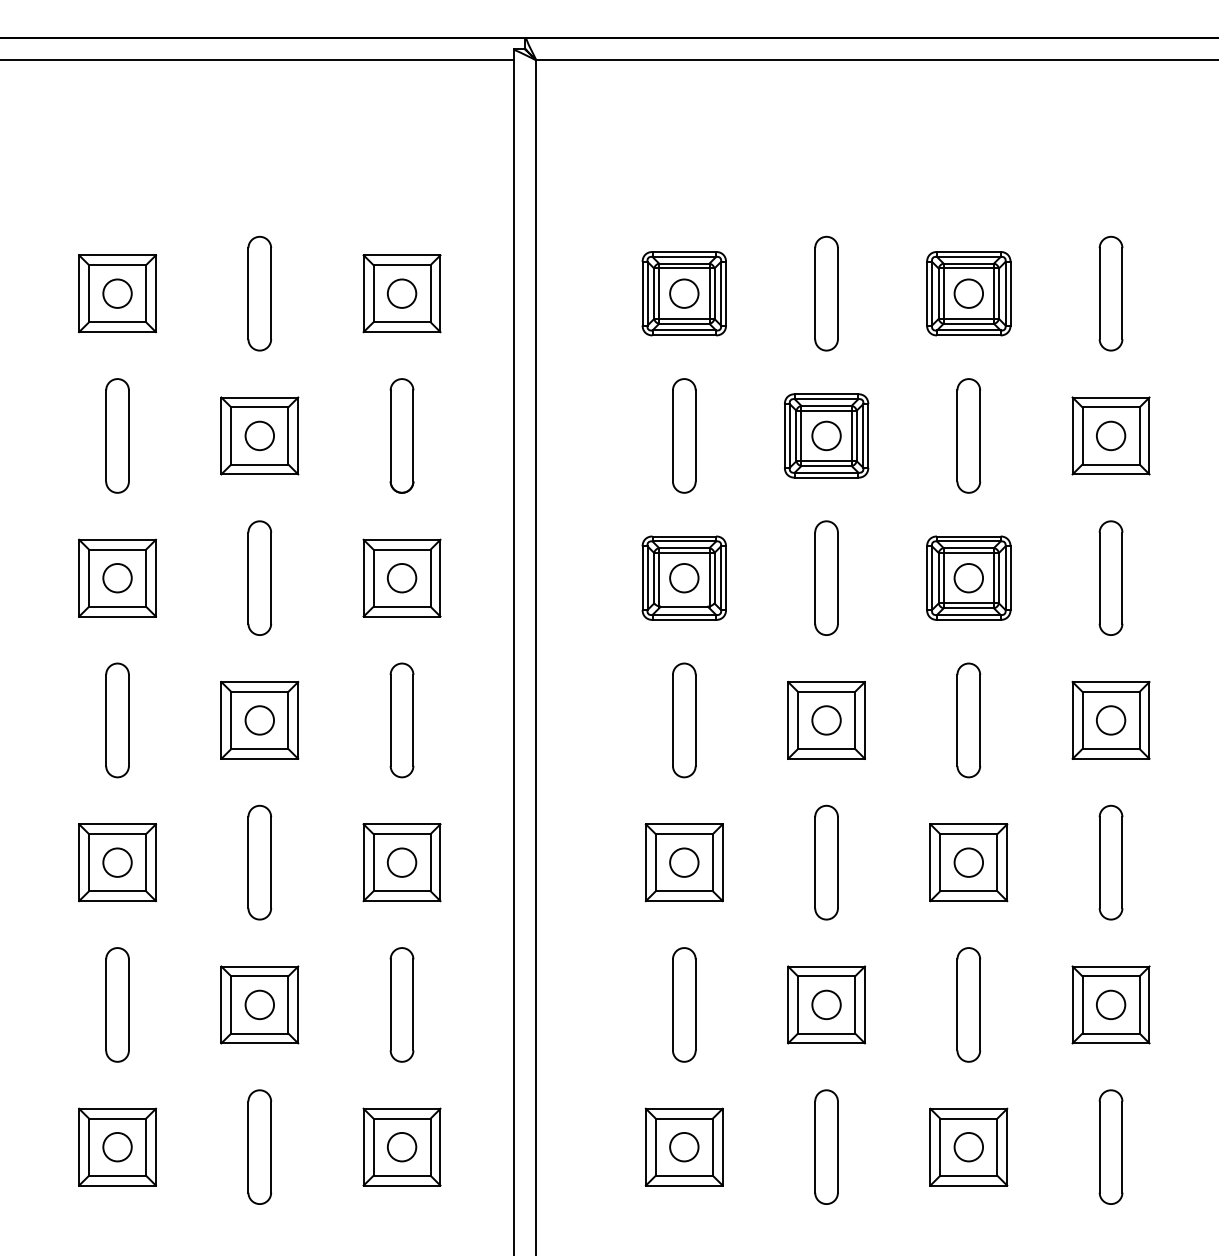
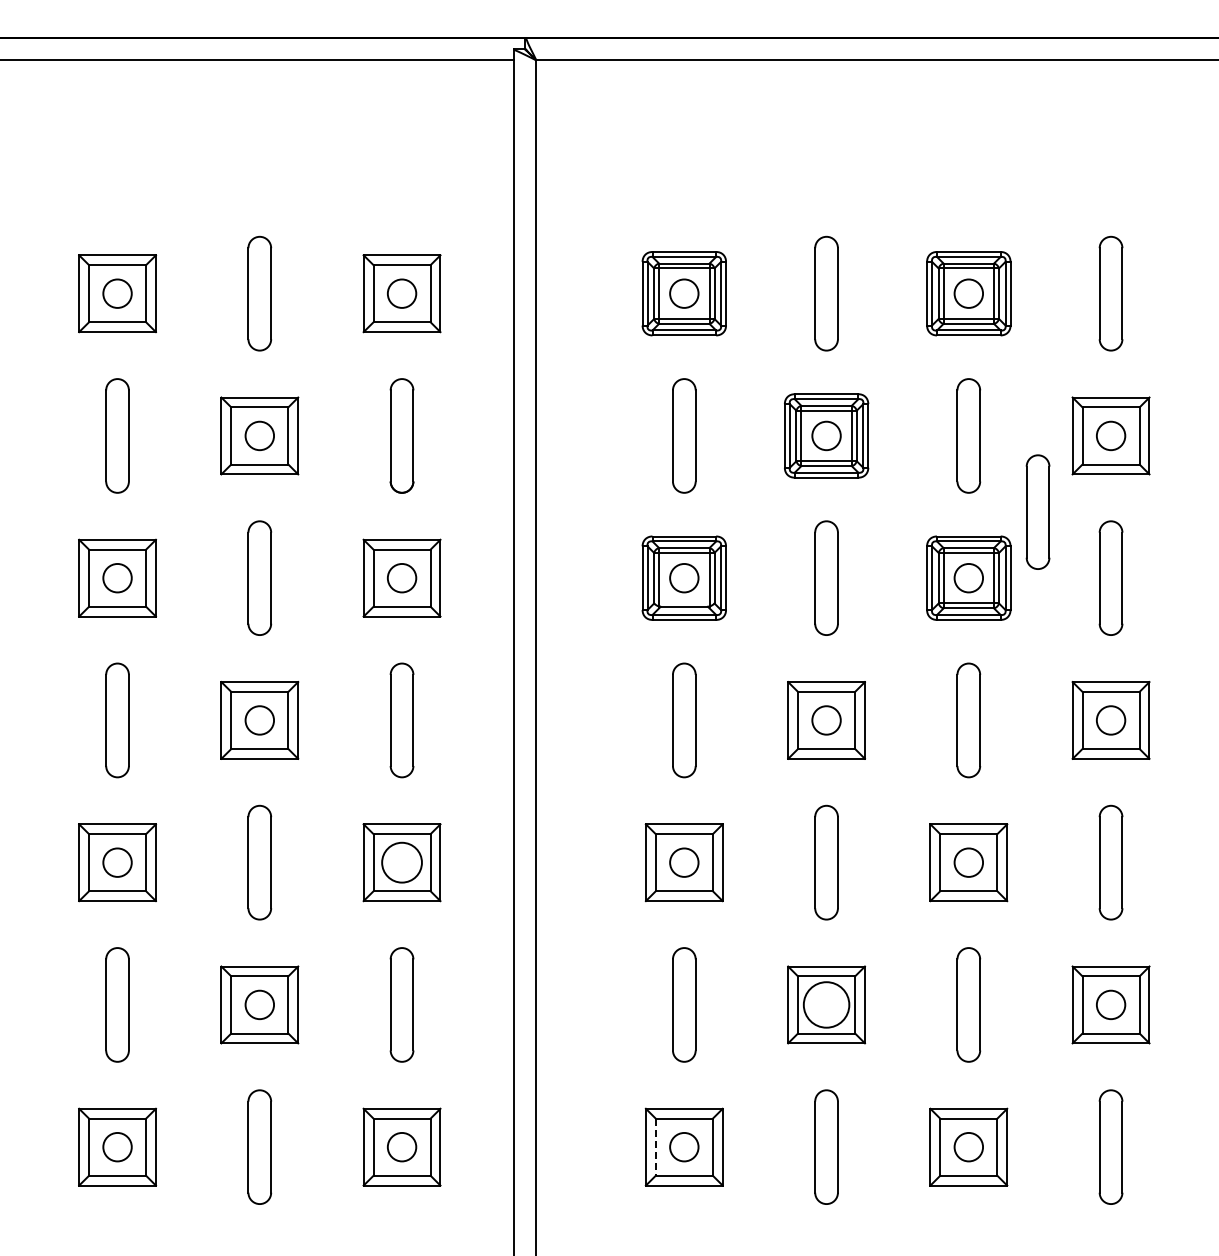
part at (1037, 511): none -> present
circle at (401, 862) diameter: 28 px -> 40 px
circle at (826, 1004) diameter: 28 px -> 46 px
line at (655, 1147): solid -> dashed
